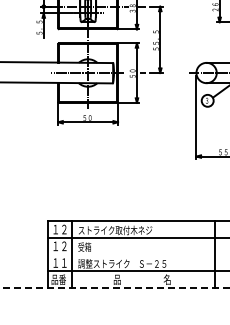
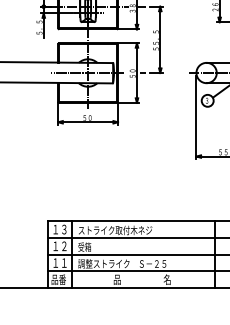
text at (64, 230): １２ -> １３
line at (136, 254): none -> present
line at (115, 288): dashed -> solid
